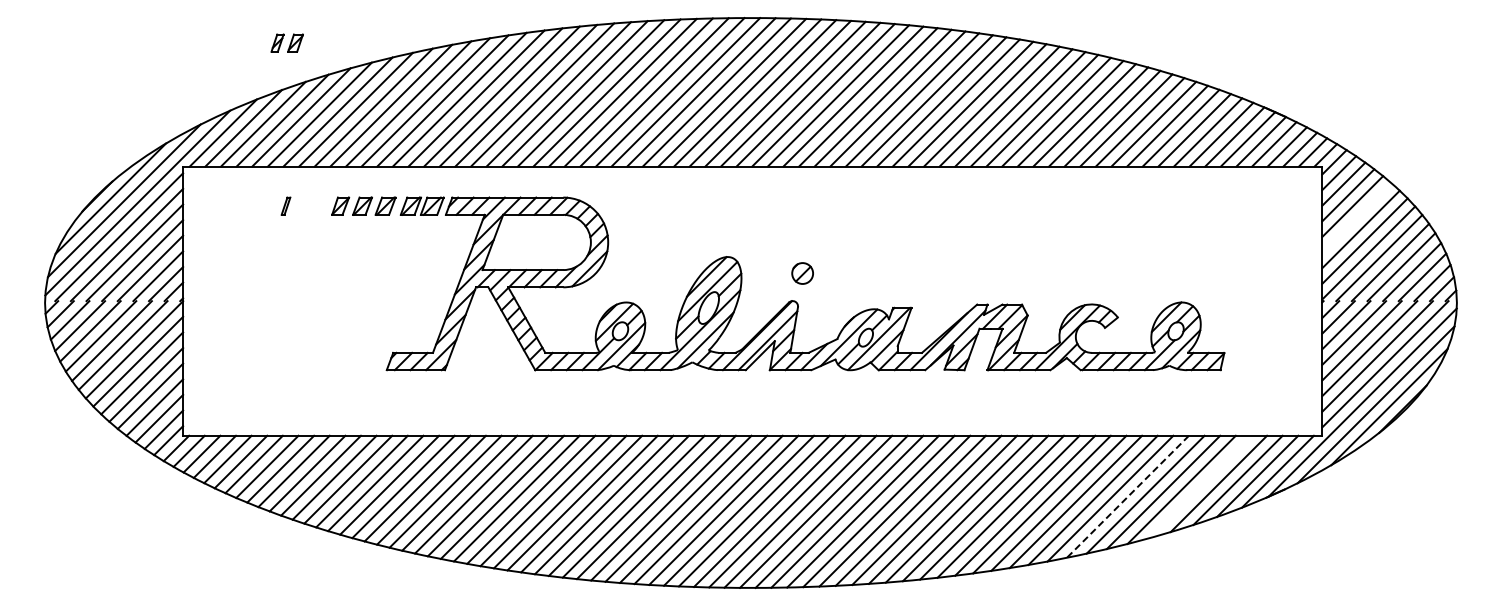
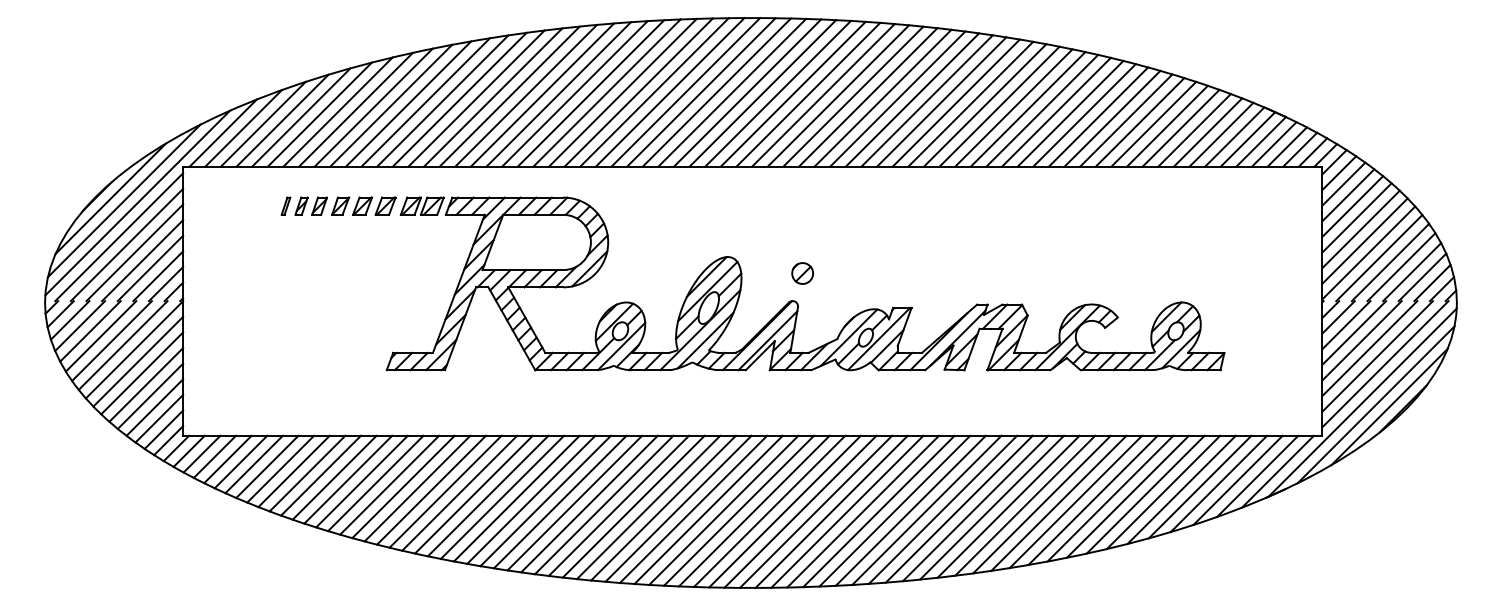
part at (286, 42) position: (286, 42) -> (310, 205)
line at (1356, 217): none -> present
line at (1199, 486): none -> present
line at (1127, 497): dashed -> solid
